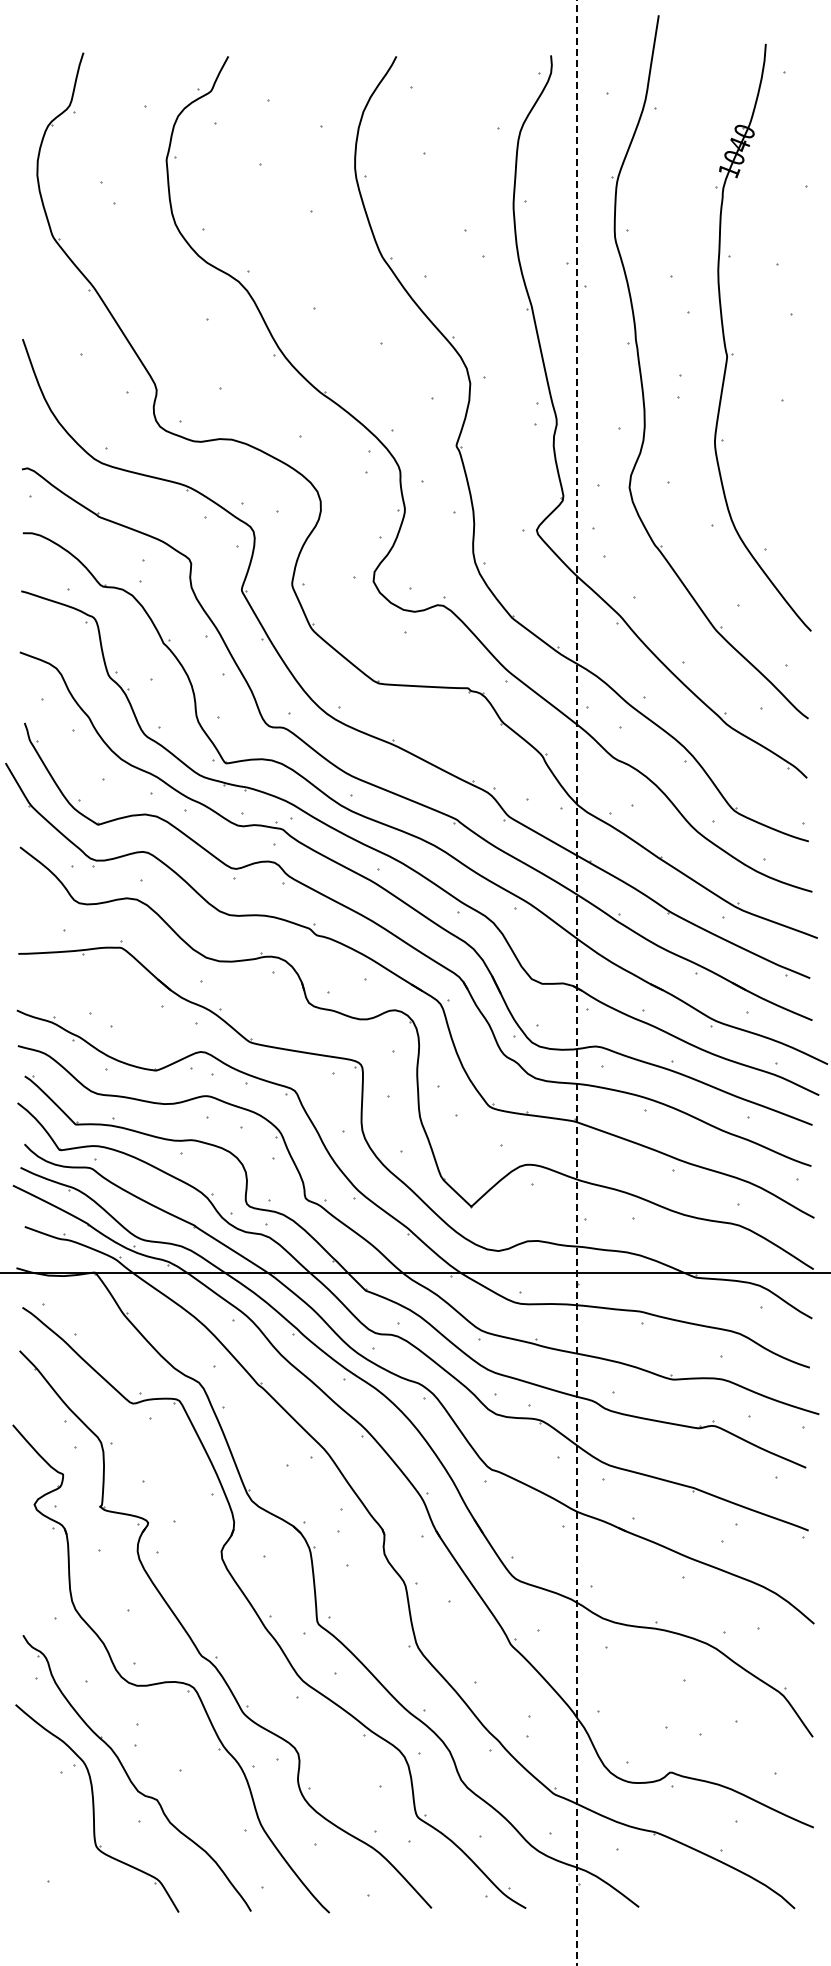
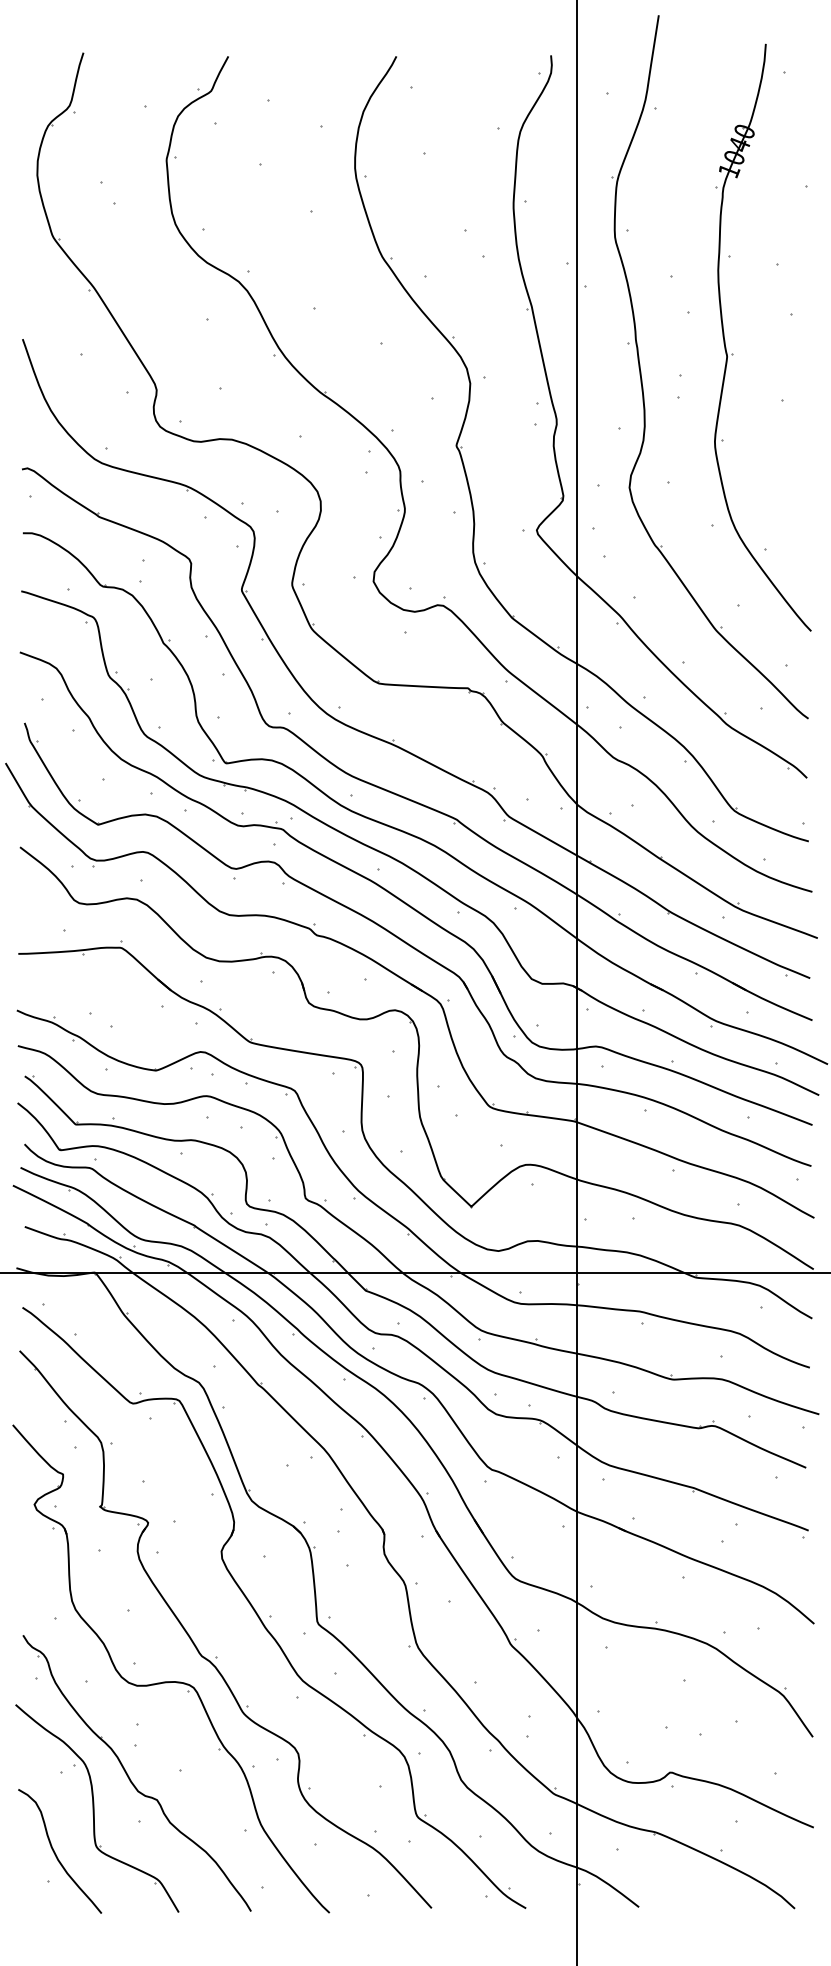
line at (576, 982): dashed -> solid
curve at (56, 1854): none -> present
